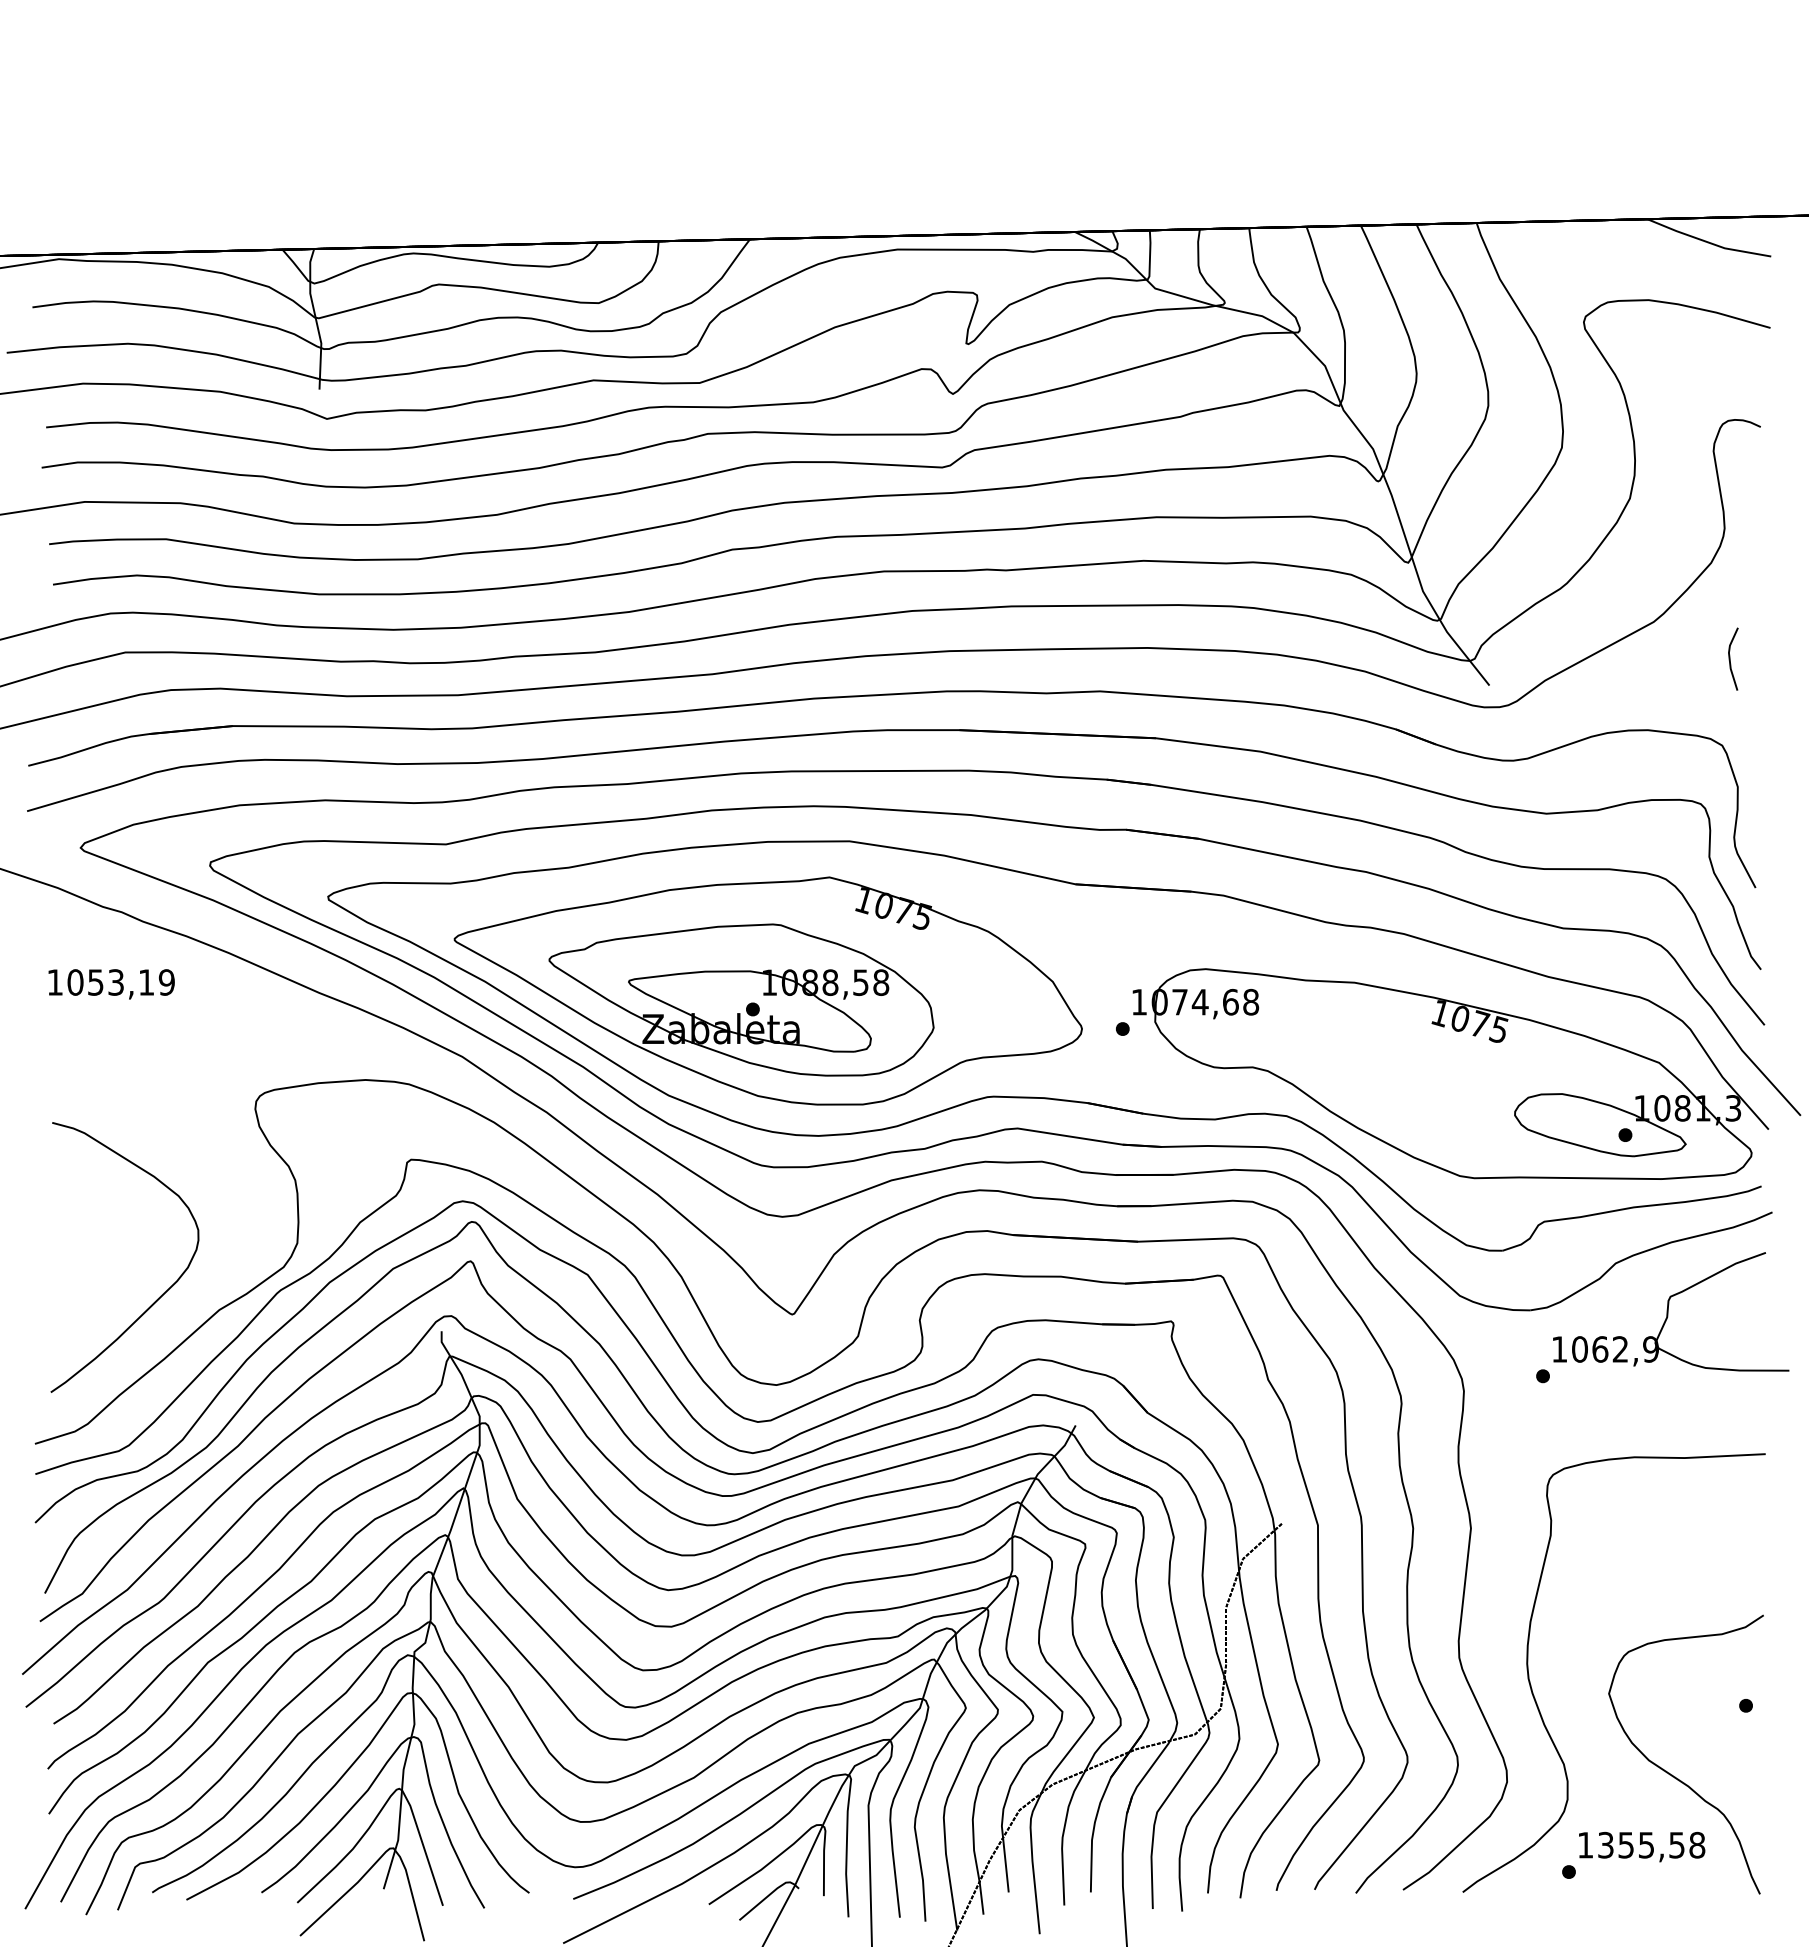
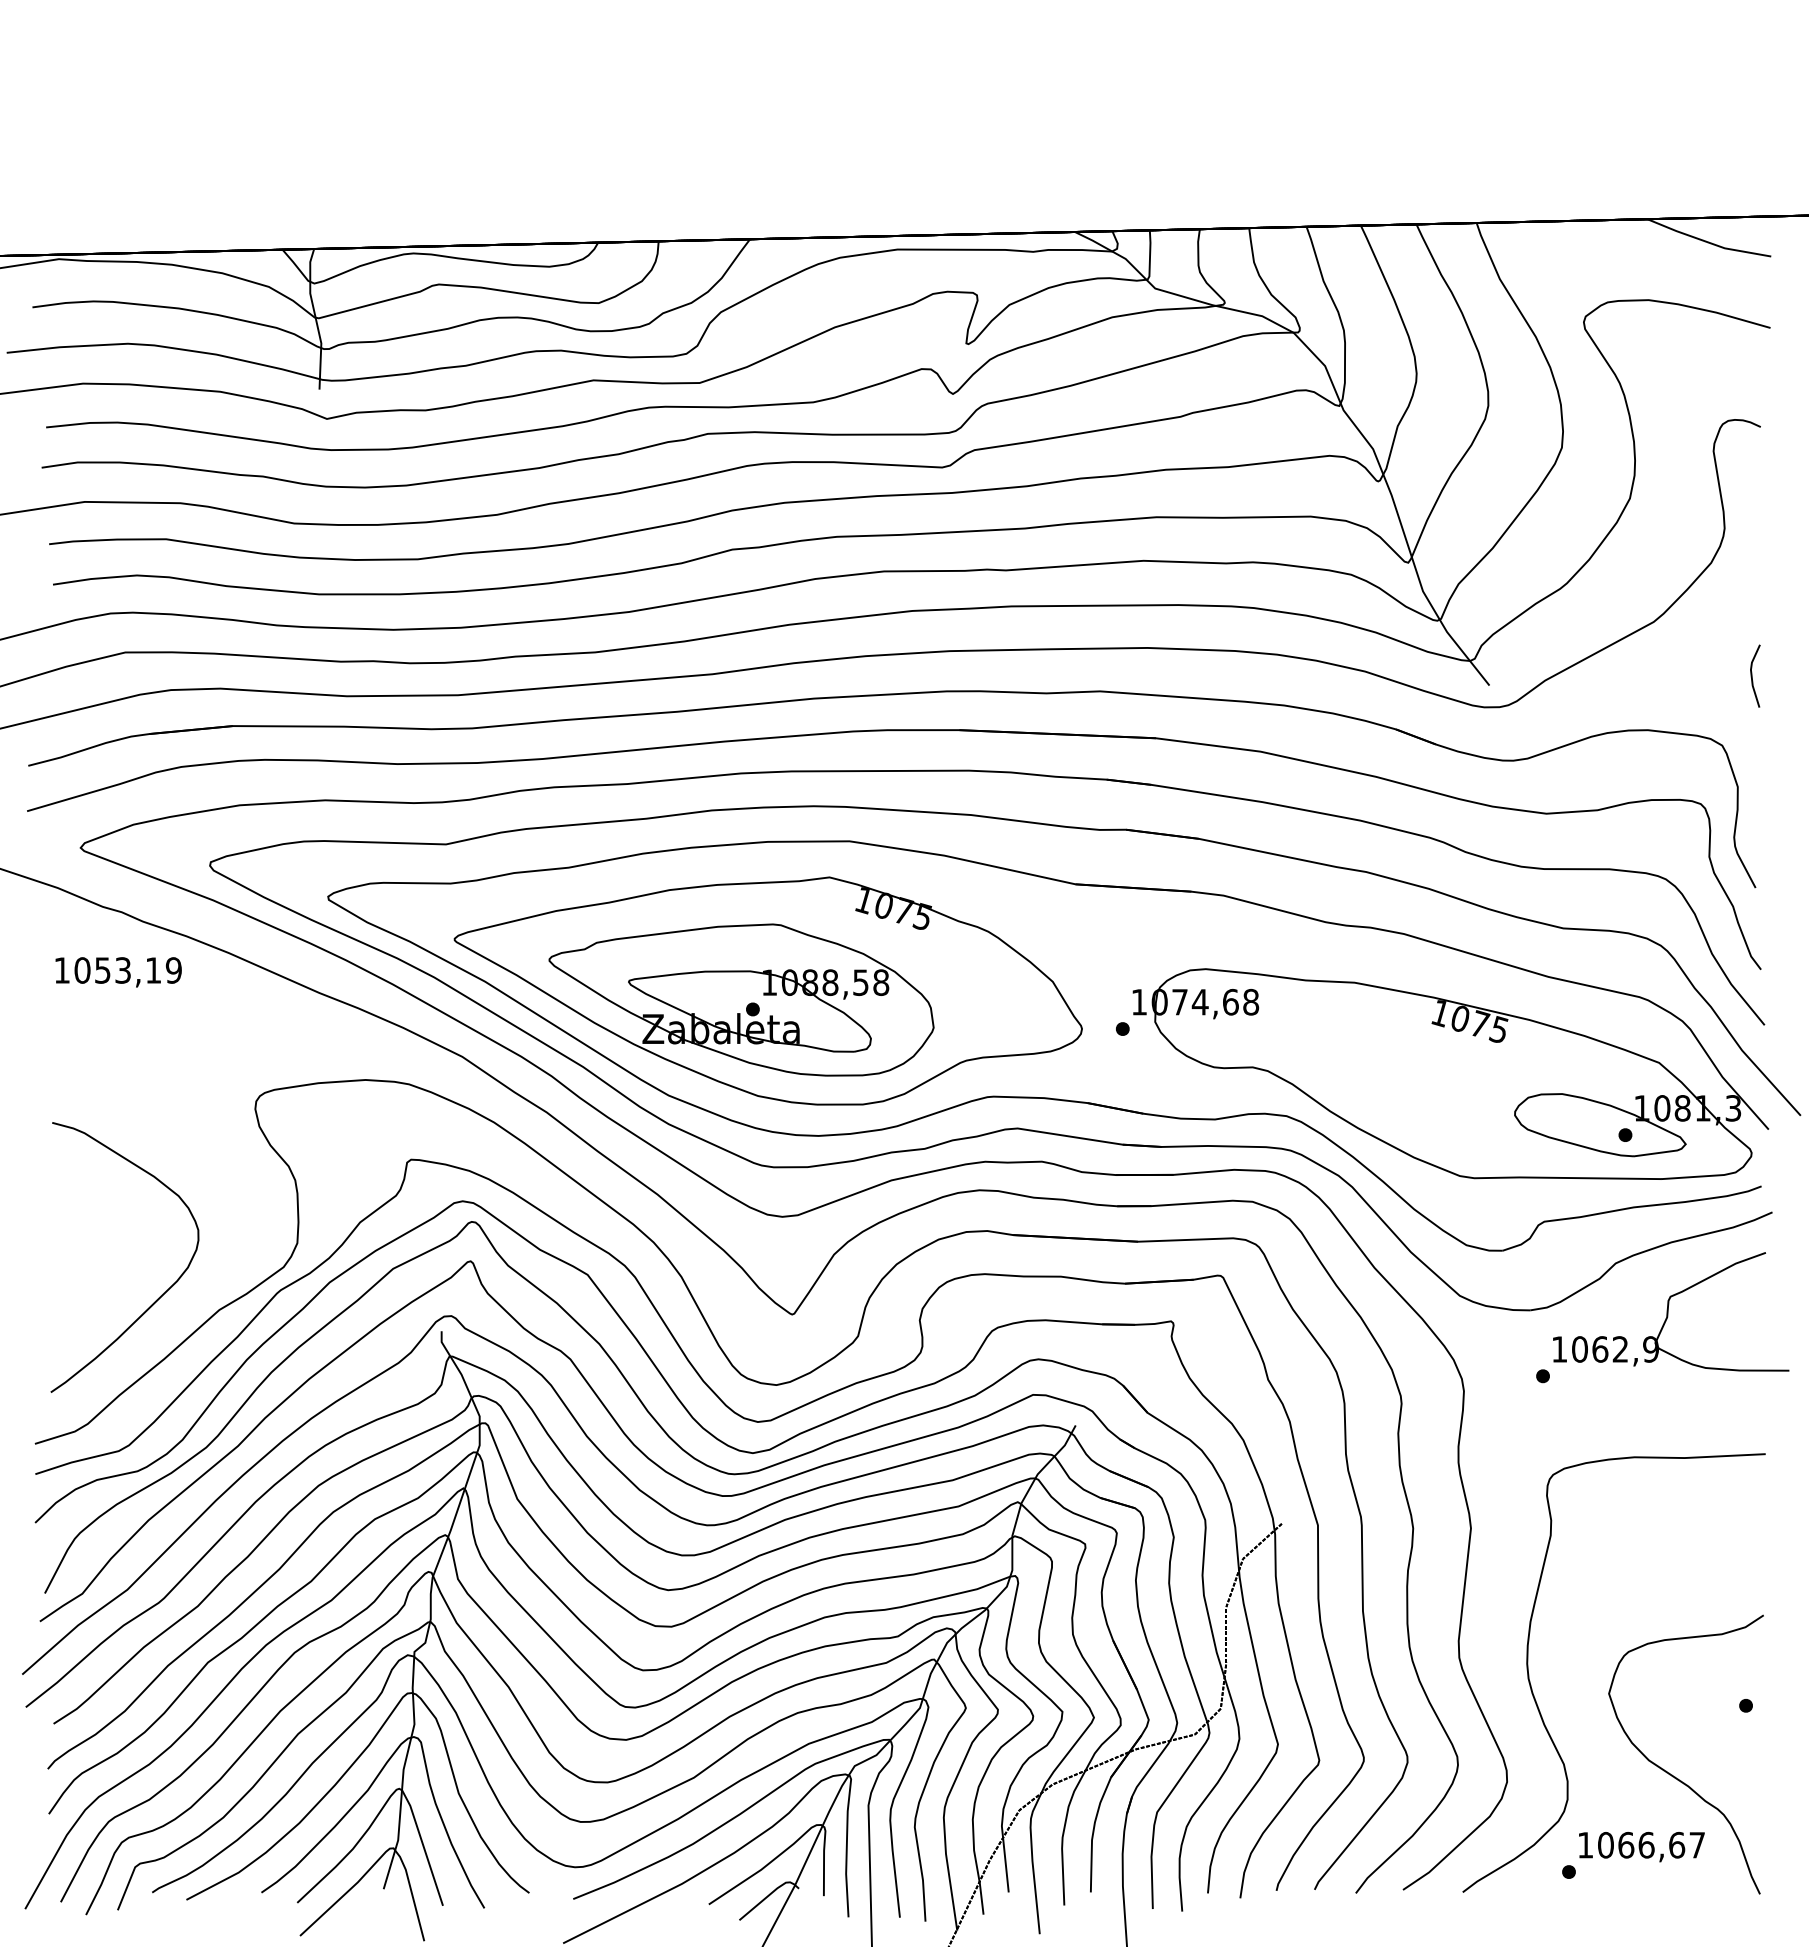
line at (1730, 658) position: (1730, 658) -> (1752, 675)
text at (111, 984) position: (111, 984) -> (118, 972)
text at (1651, 1844): 1355,58 -> 1066,67
